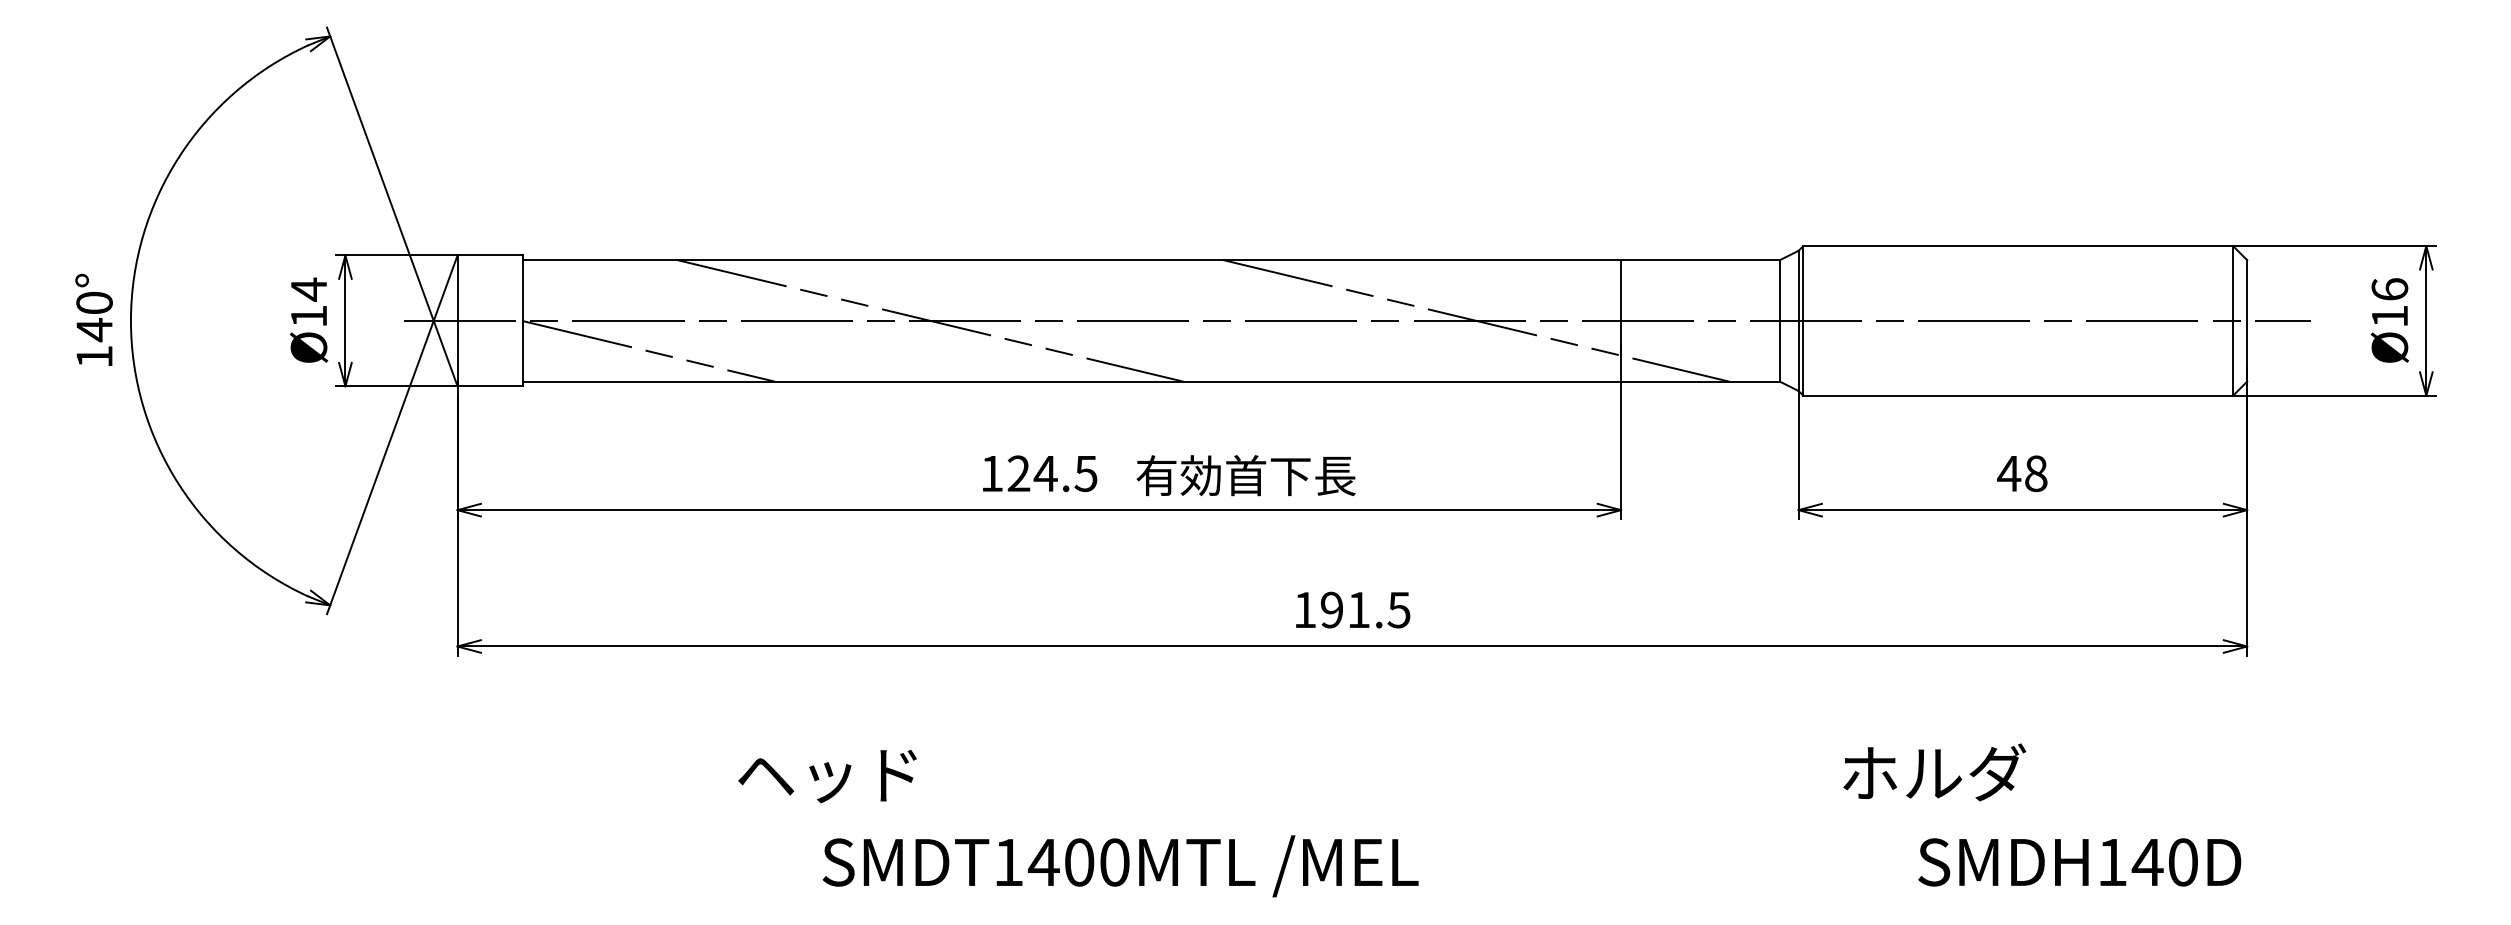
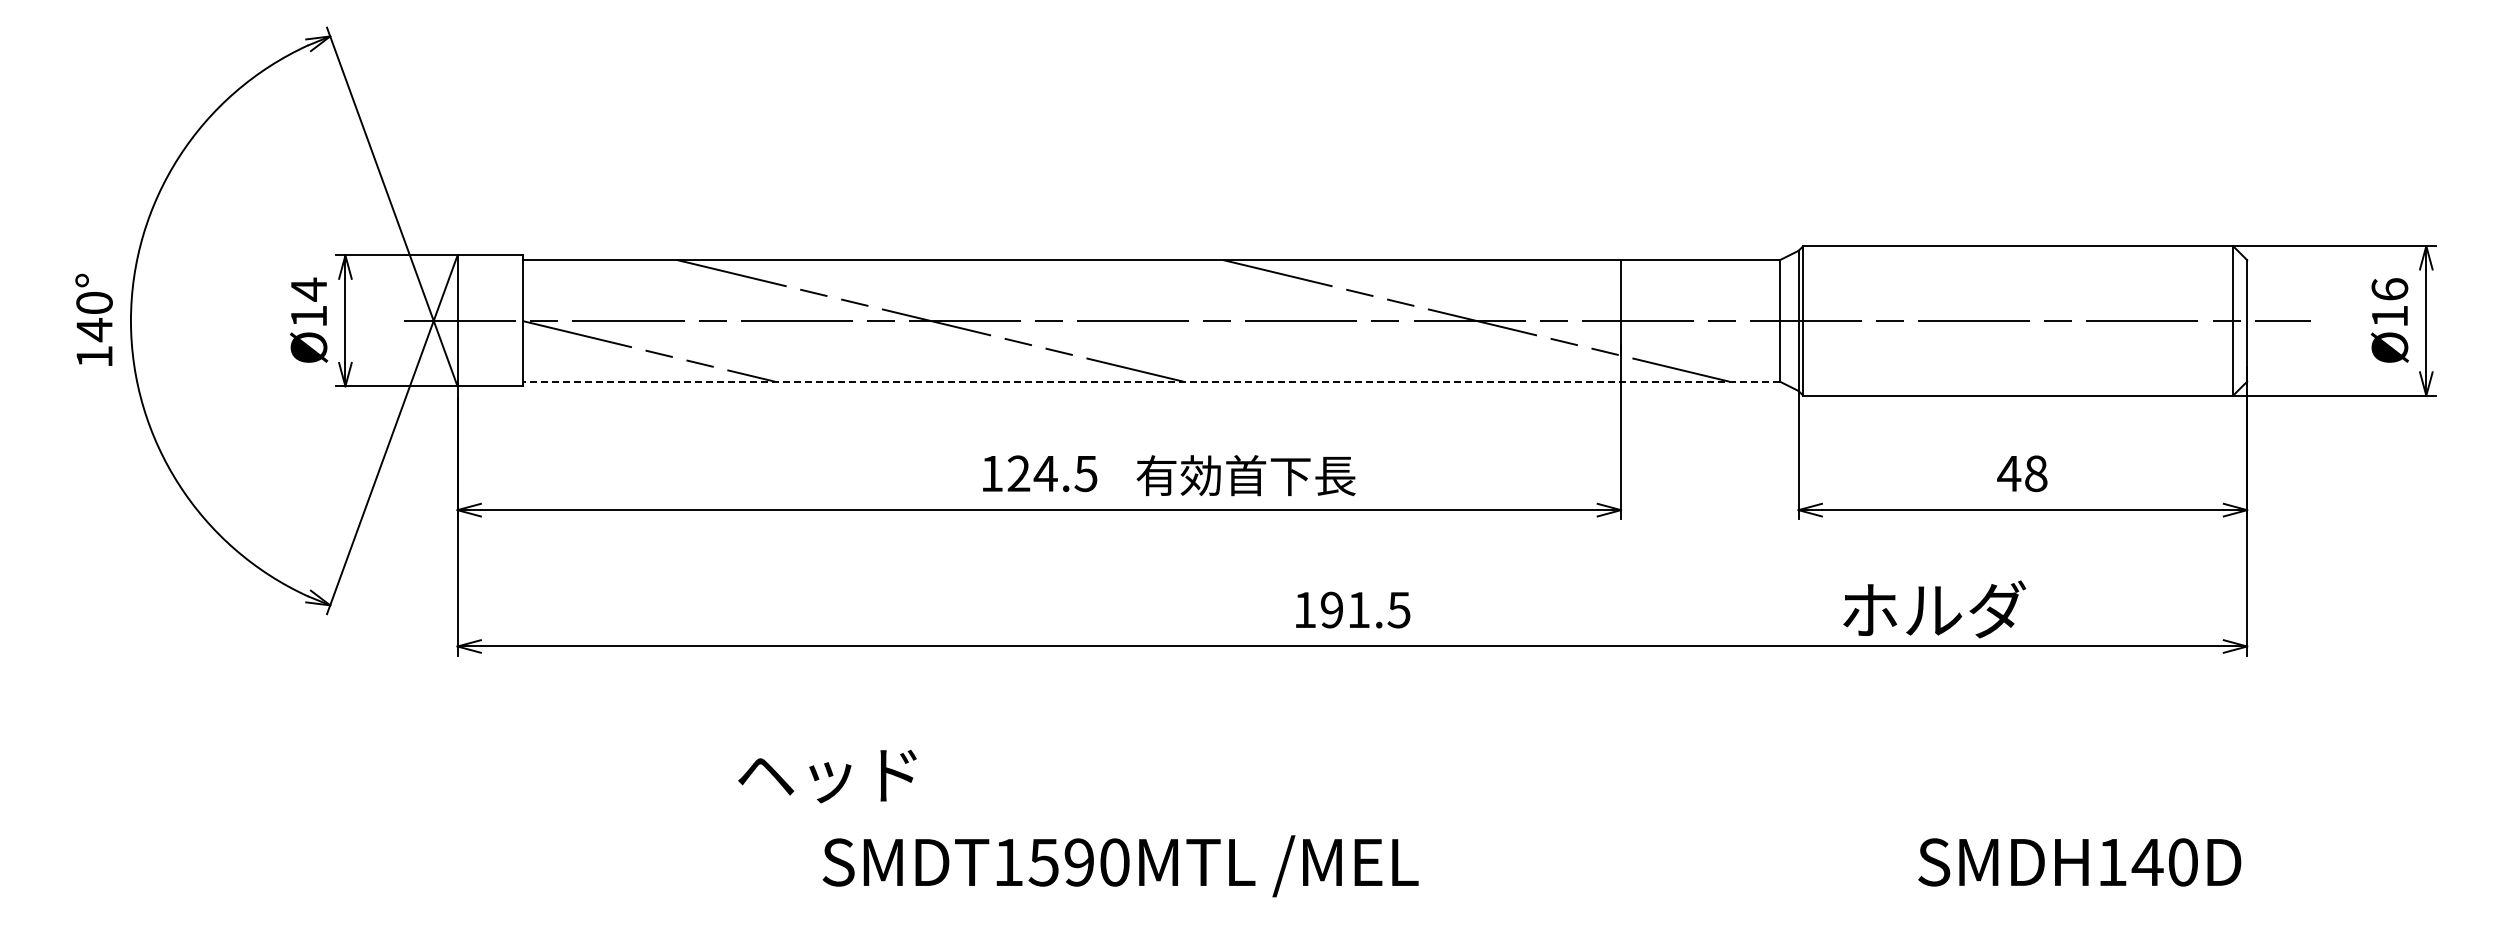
line at (1151, 381): solid -> dashed
text at (1934, 772) position: (1934, 772) -> (1934, 609)
text at (1060, 862): SMDT1400MTL -> SMDT1590MTL
